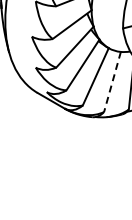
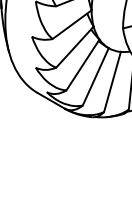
line at (112, 82): dashed -> solid
